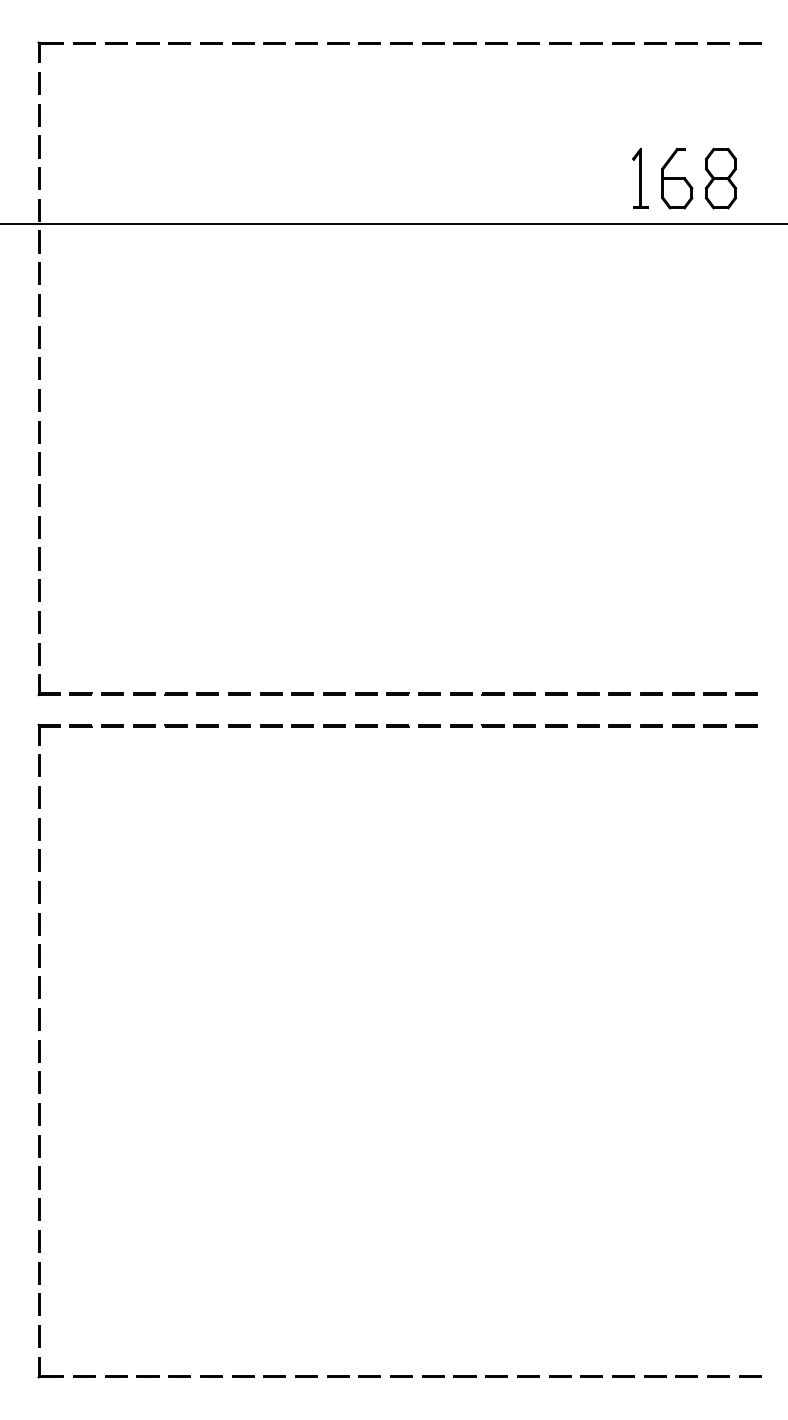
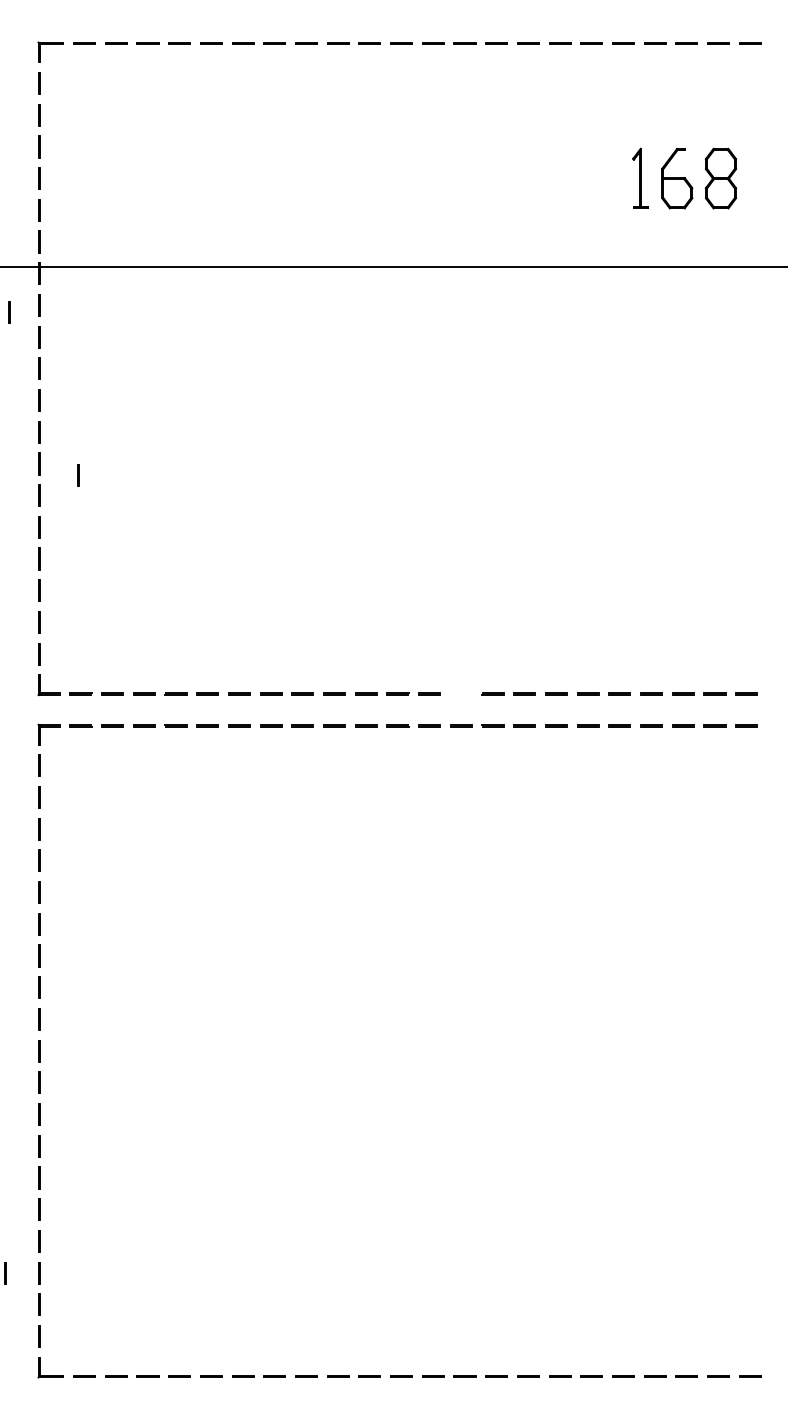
line at (393, 224) position: (393, 224) -> (393, 267)
line at (9, 312): none -> present
line at (78, 475): none -> present
line at (461, 693): present -> none
line at (5, 1273): none -> present
